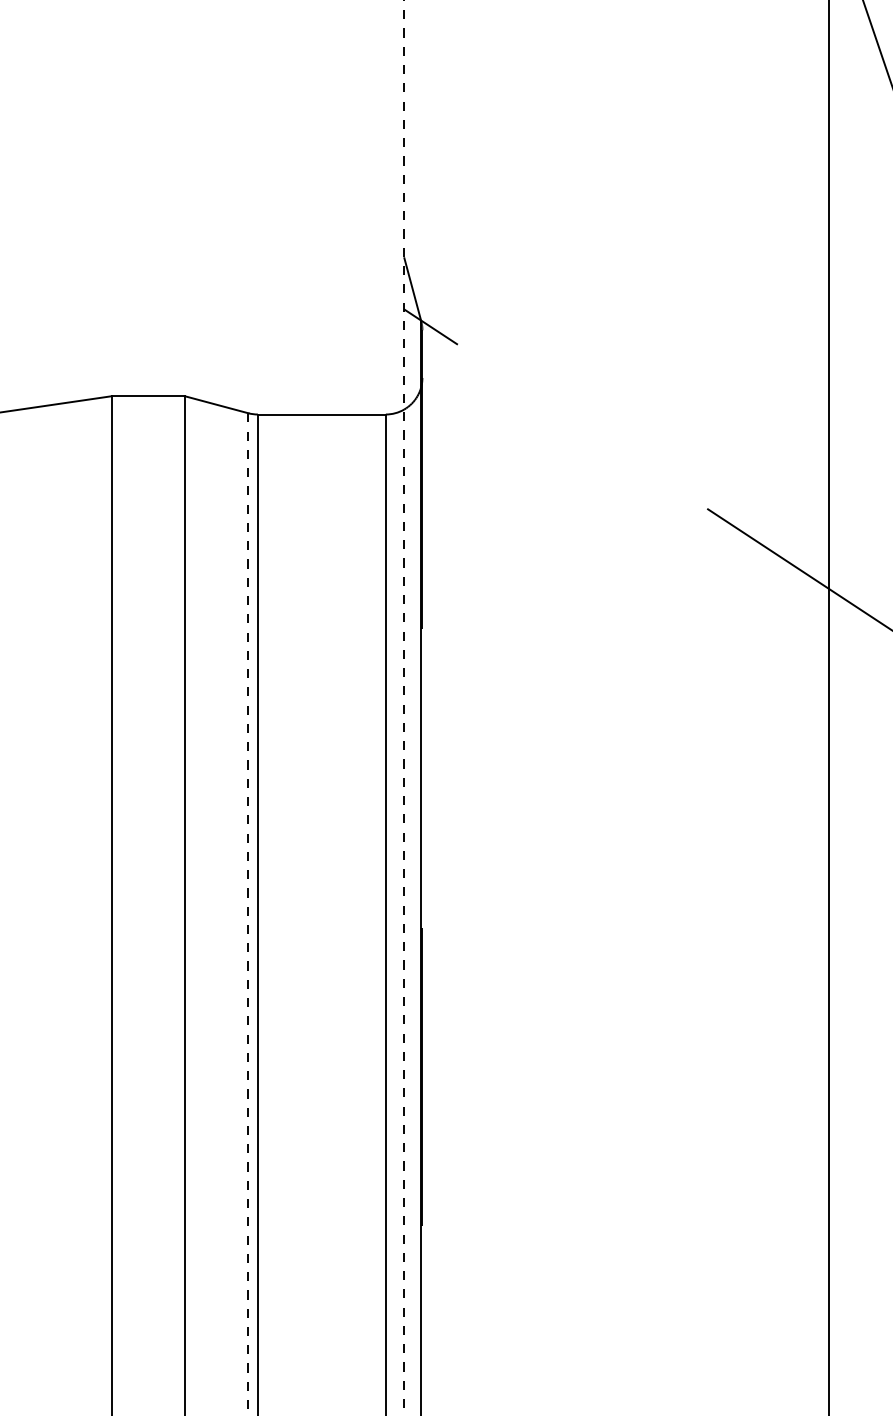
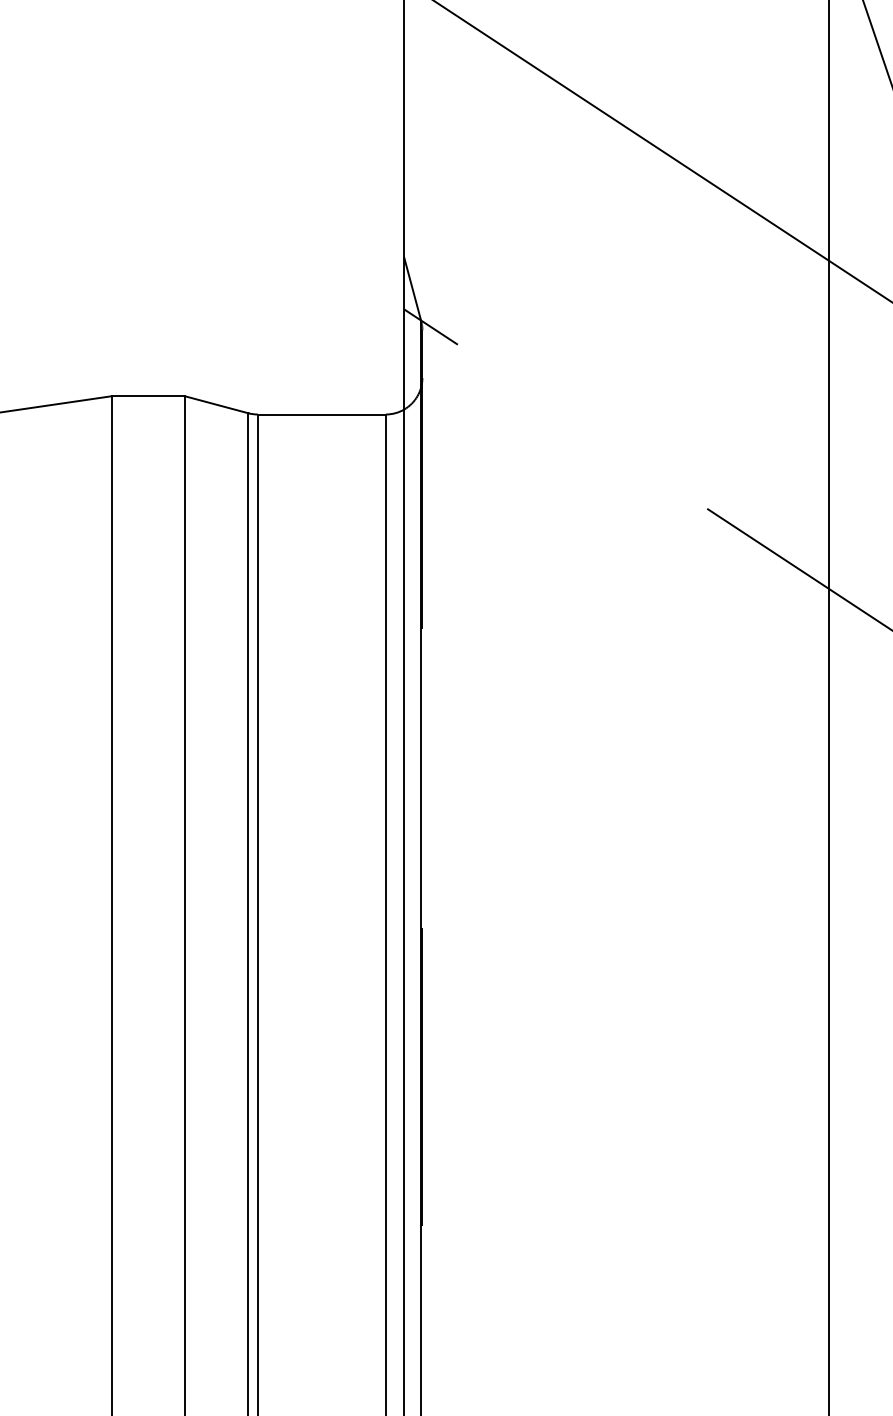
line at (662, 151): none -> present
line at (404, 707): dashed -> solid
line at (248, 914): dashed -> solid
